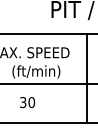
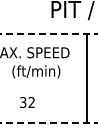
line at (49, 34): solid -> dashed
line at (48, 84): present -> none
text at (31, 102): 30 -> 32
line at (49, 122): solid -> dashed
